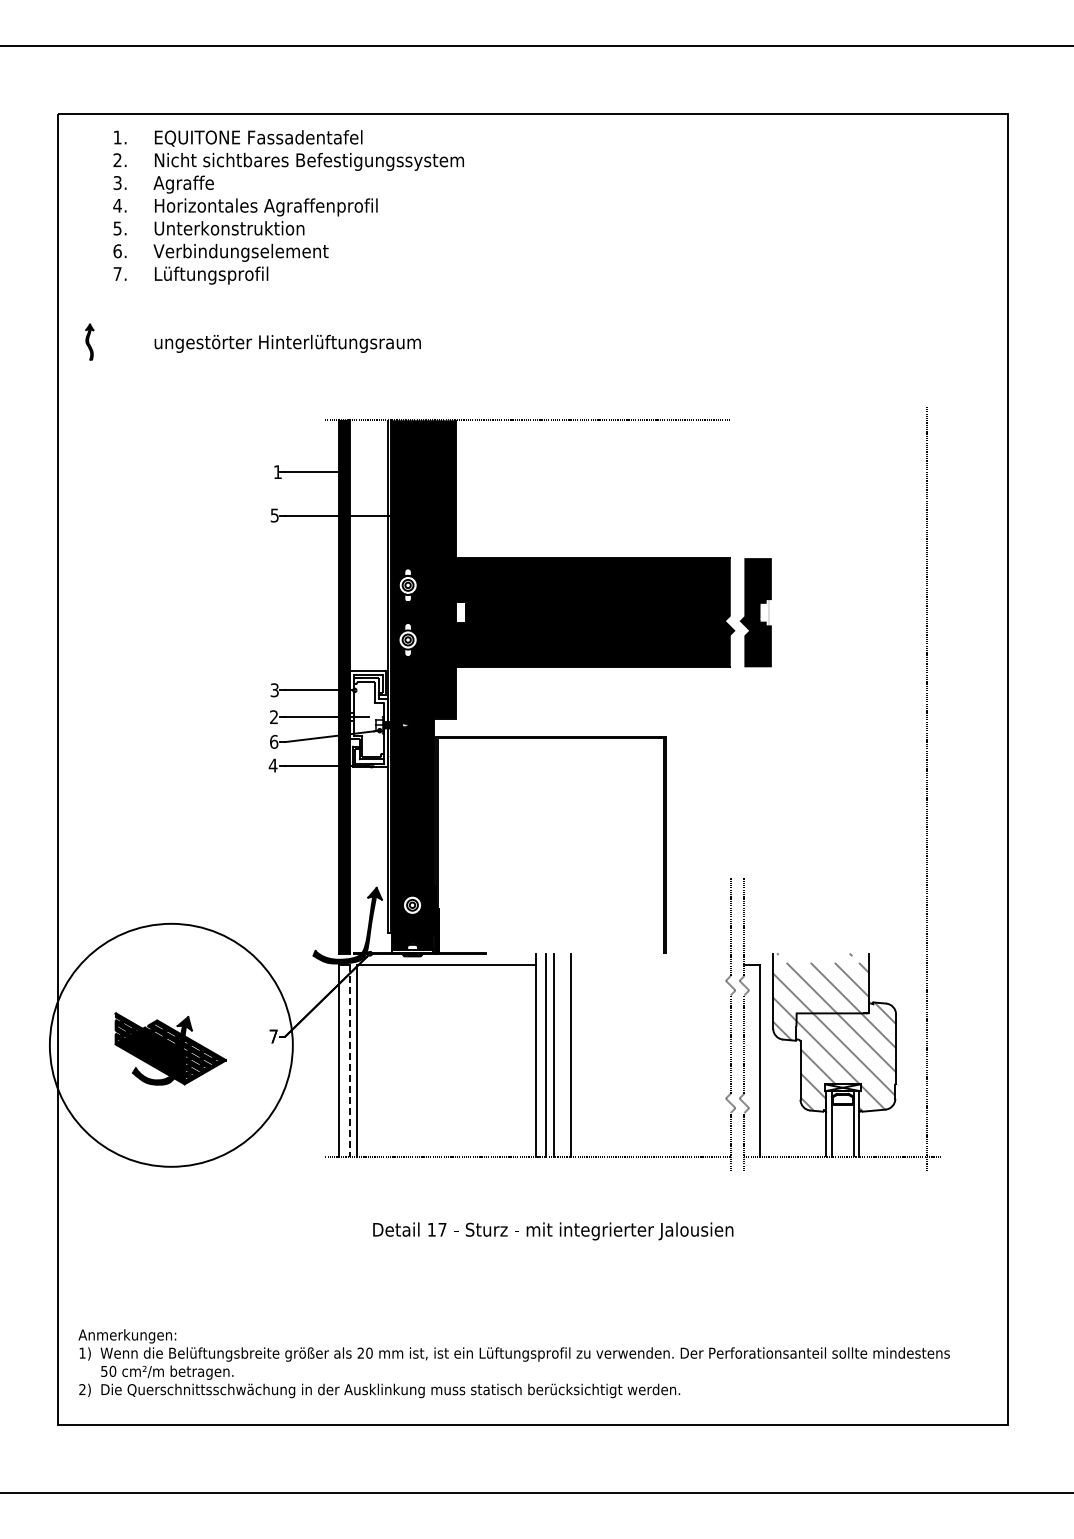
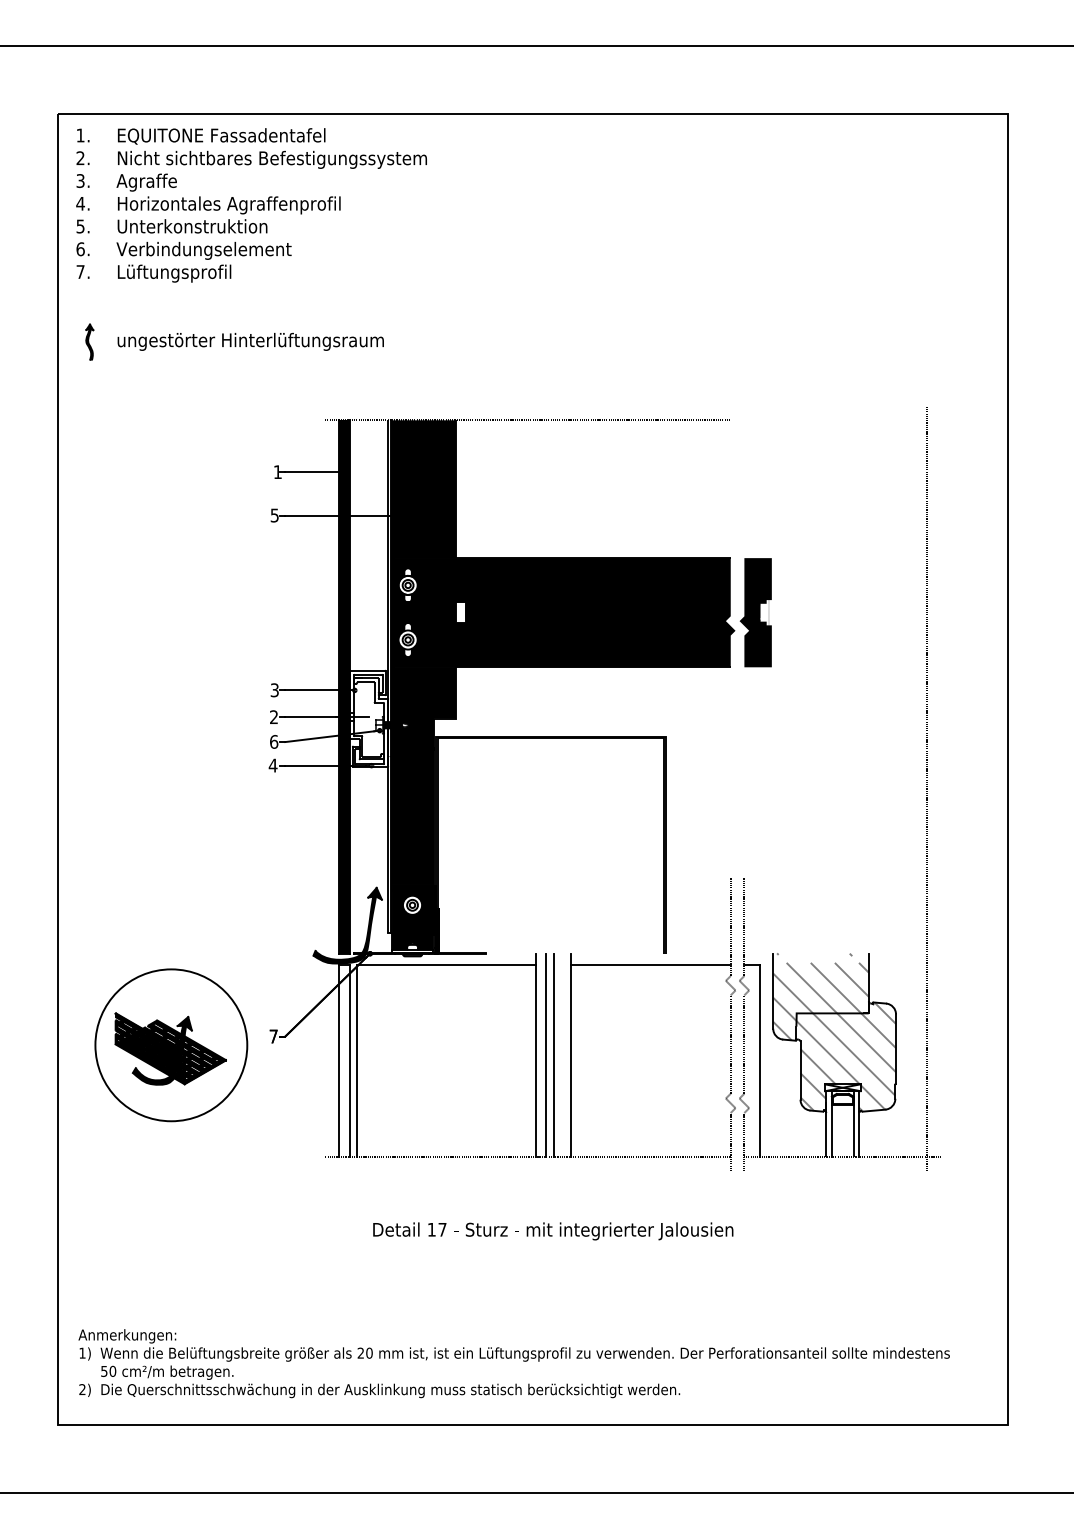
text at (288, 241) position: (288, 241) -> (251, 239)
line at (650, 965): none -> present
circle at (170, 1044) diameter: 243 px -> 152 px
line at (350, 1061): dashed -> solid
